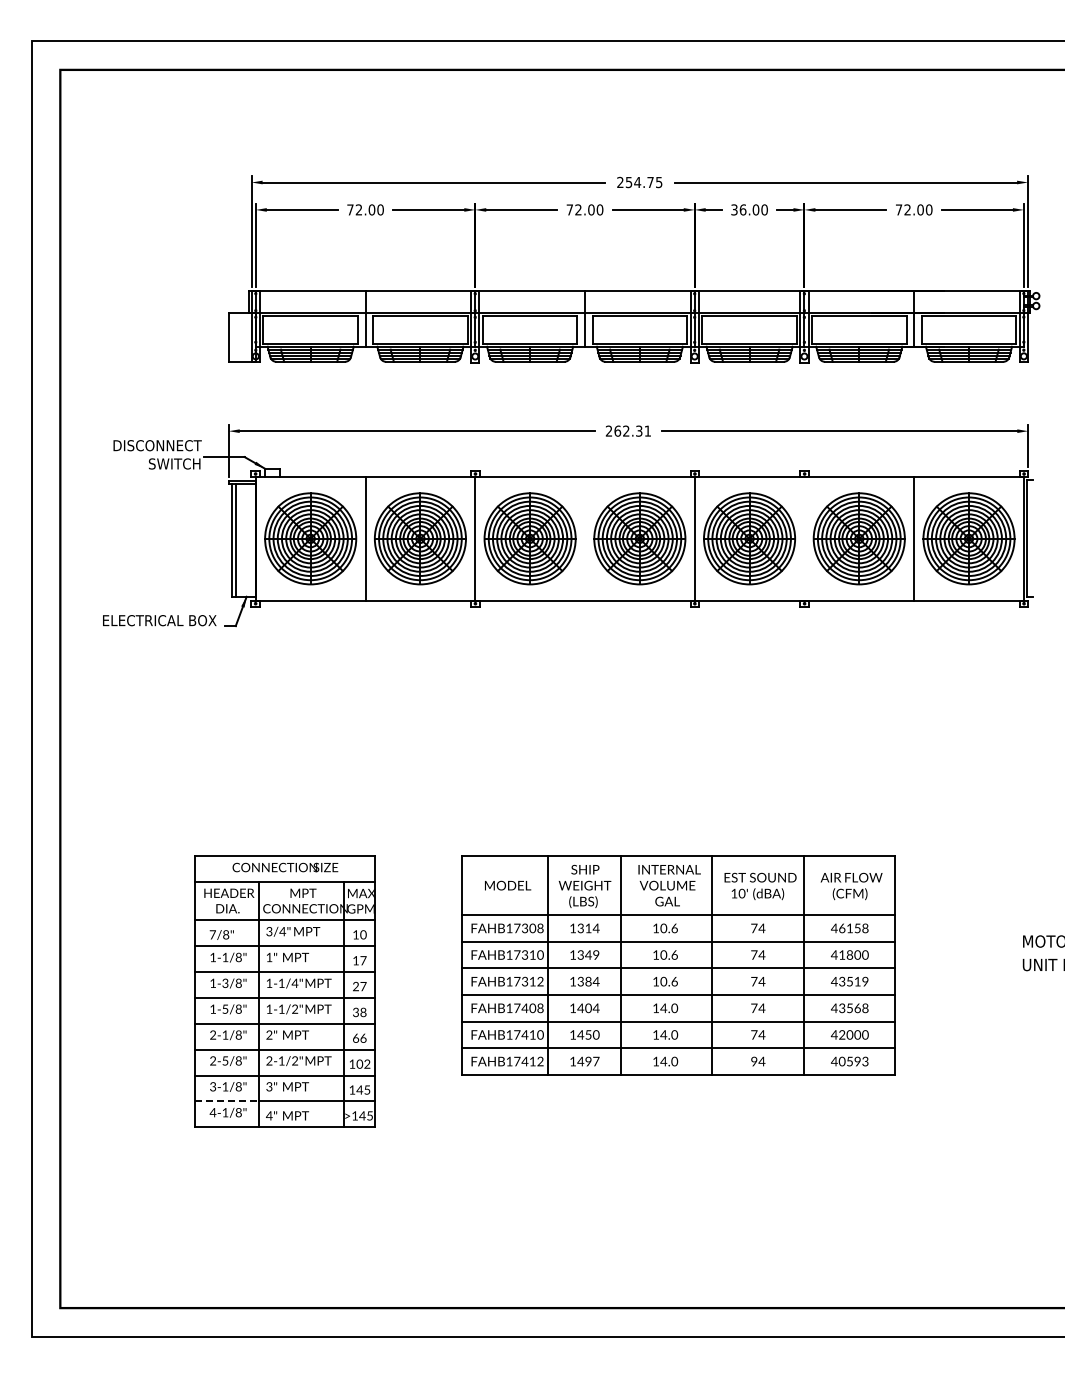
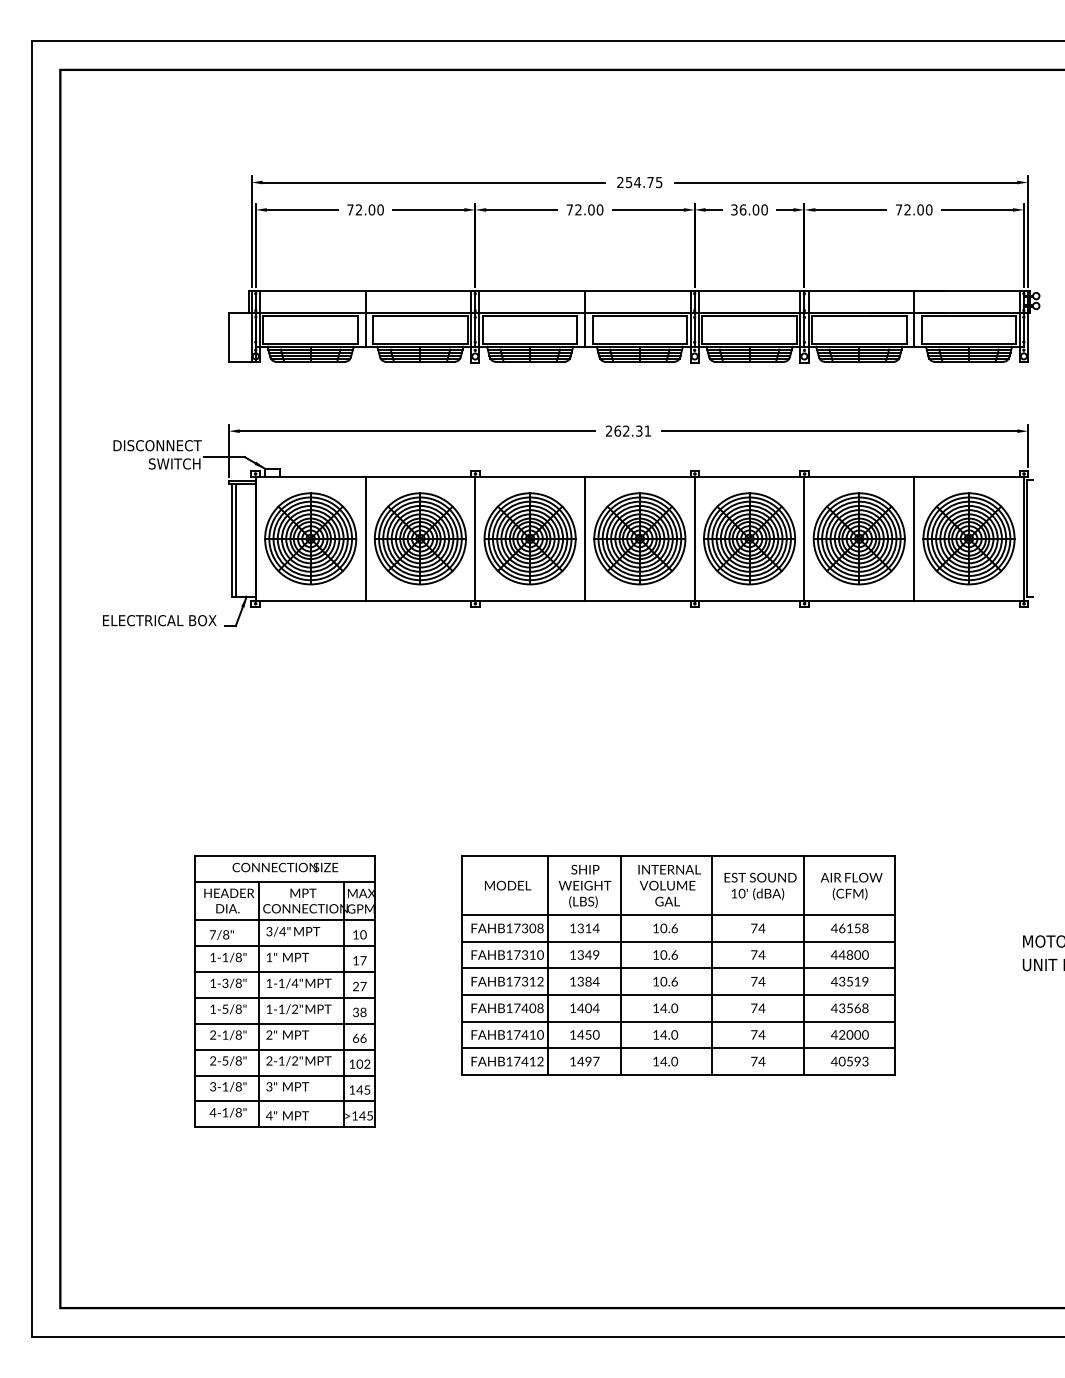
line at (584, 538): none -> present
line at (804, 538): none -> present
text at (841, 954): 41800 -> 44800
text at (754, 1061): 94 -> 74
line at (226, 1101): dashed -> solid
